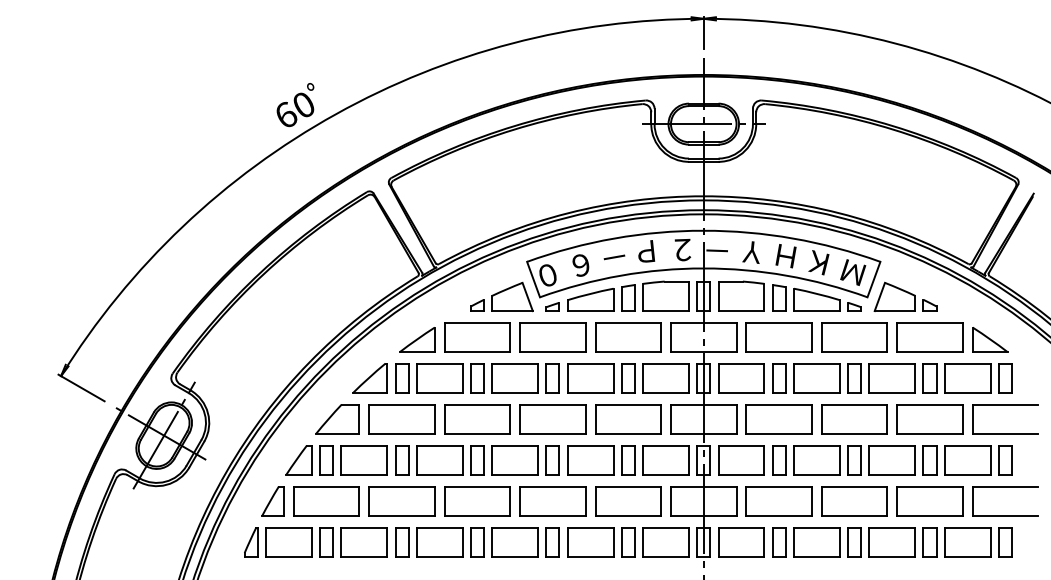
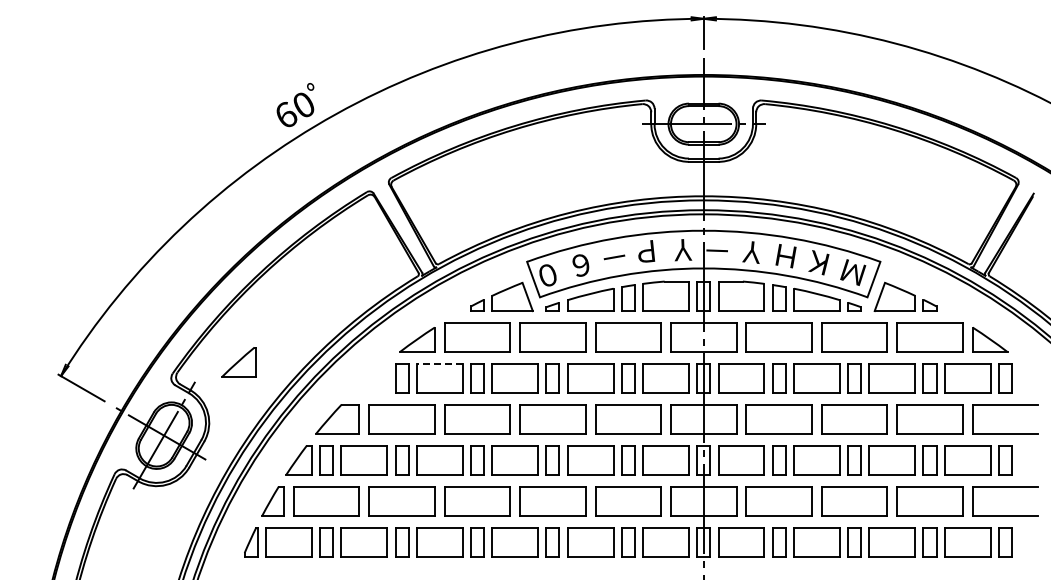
text at (683, 249): ２ -> Ｙ
line at (439, 363): solid -> dashed
part at (369, 378) position: (369, 378) -> (238, 362)
